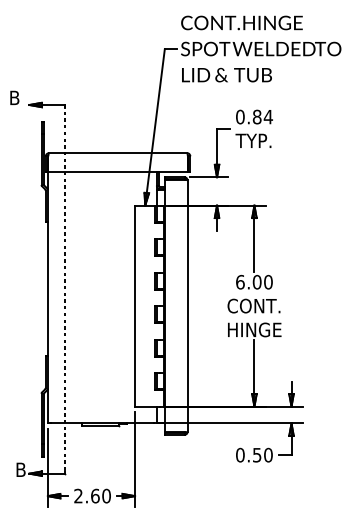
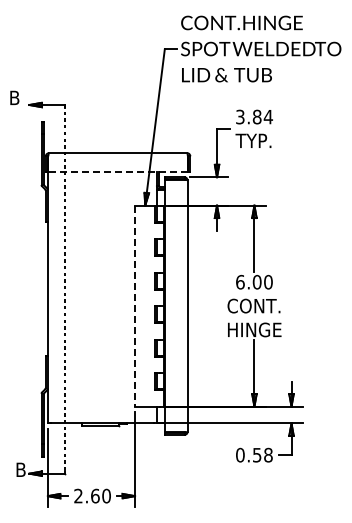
text at (240, 116): 0.84 -> 3.84
line at (118, 172): solid -> dashed
line at (135, 306): solid -> dashed
text at (268, 455): 0.50 -> 0.58
